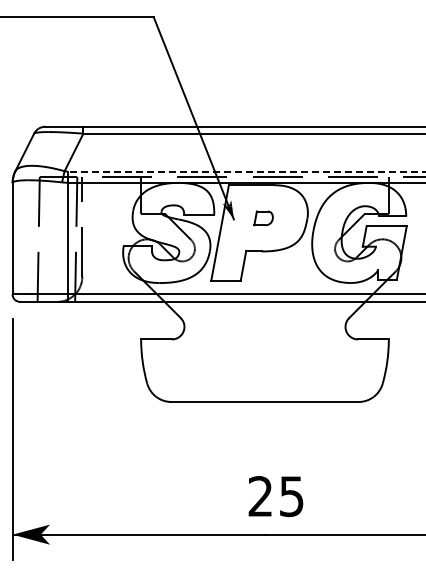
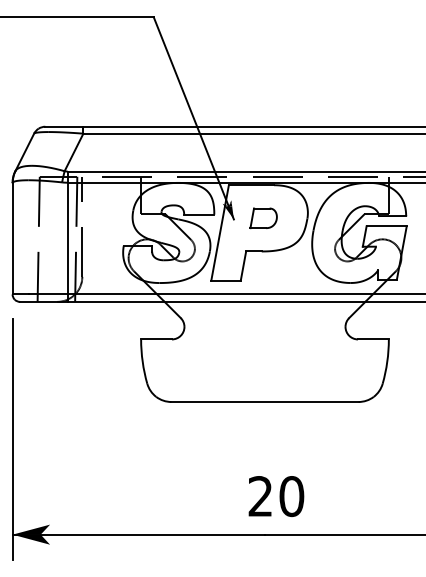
line at (246, 171): dashed -> solid
part at (263, 218) size: 21x17 px -> 29x23 px
text at (291, 496): 25 -> 20
